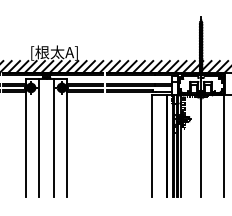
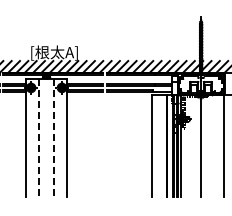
line at (38, 137): solid -> dashed
line at (54, 137): solid -> dashed
